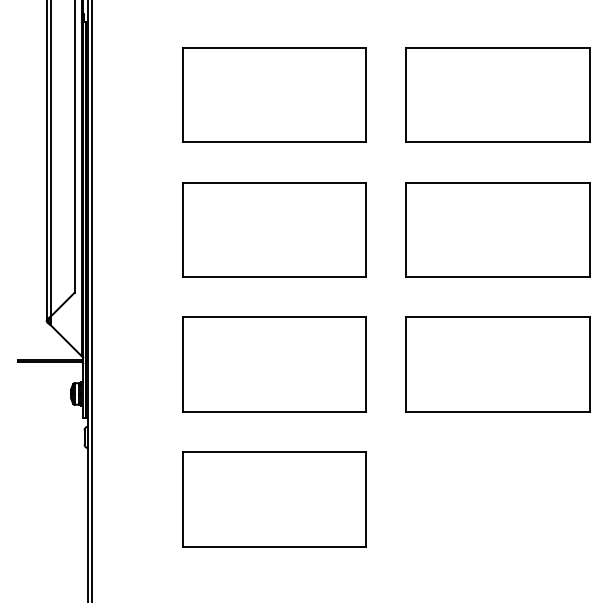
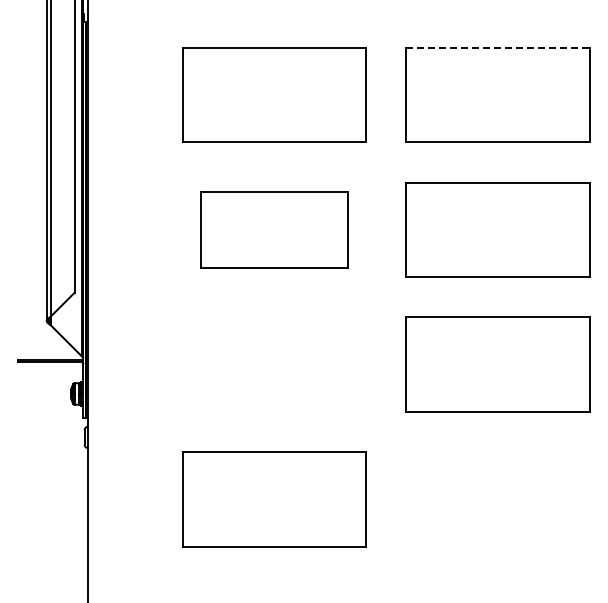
line at (498, 47): solid -> dashed
part at (274, 229) size: 185x96 px -> 149x78 px
line at (92, 300): present -> none
part at (274, 364): present -> none
